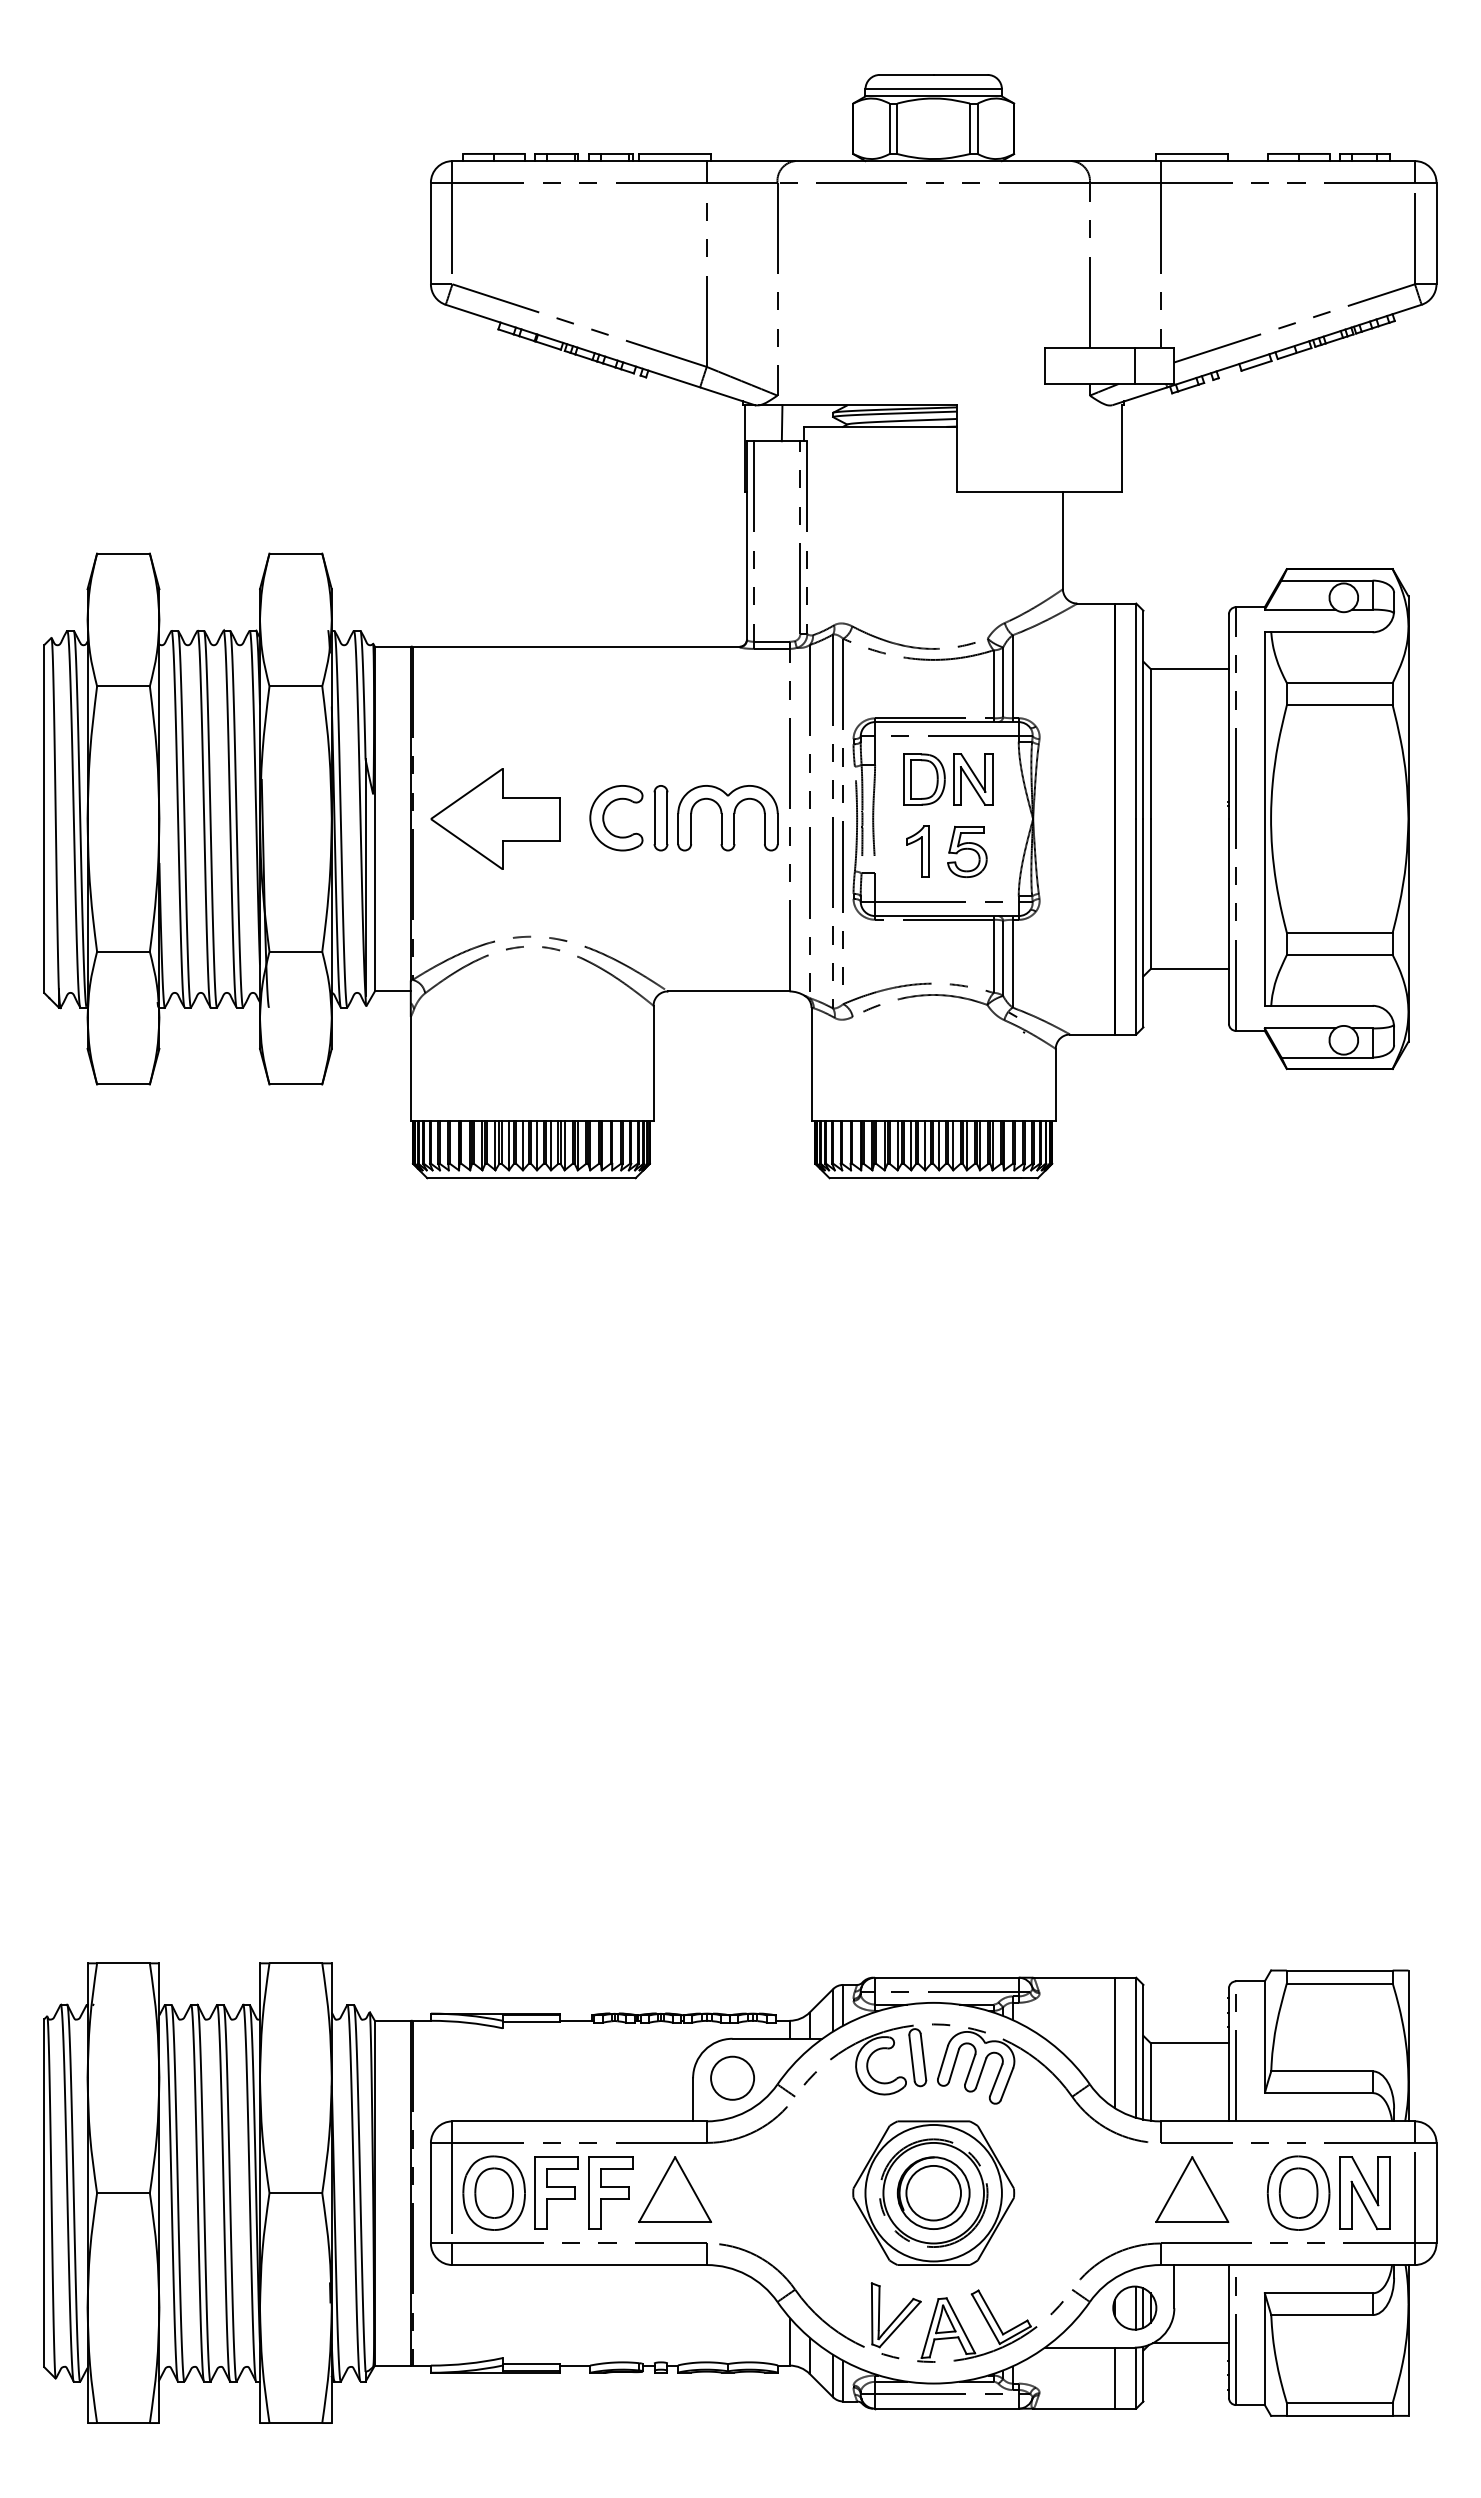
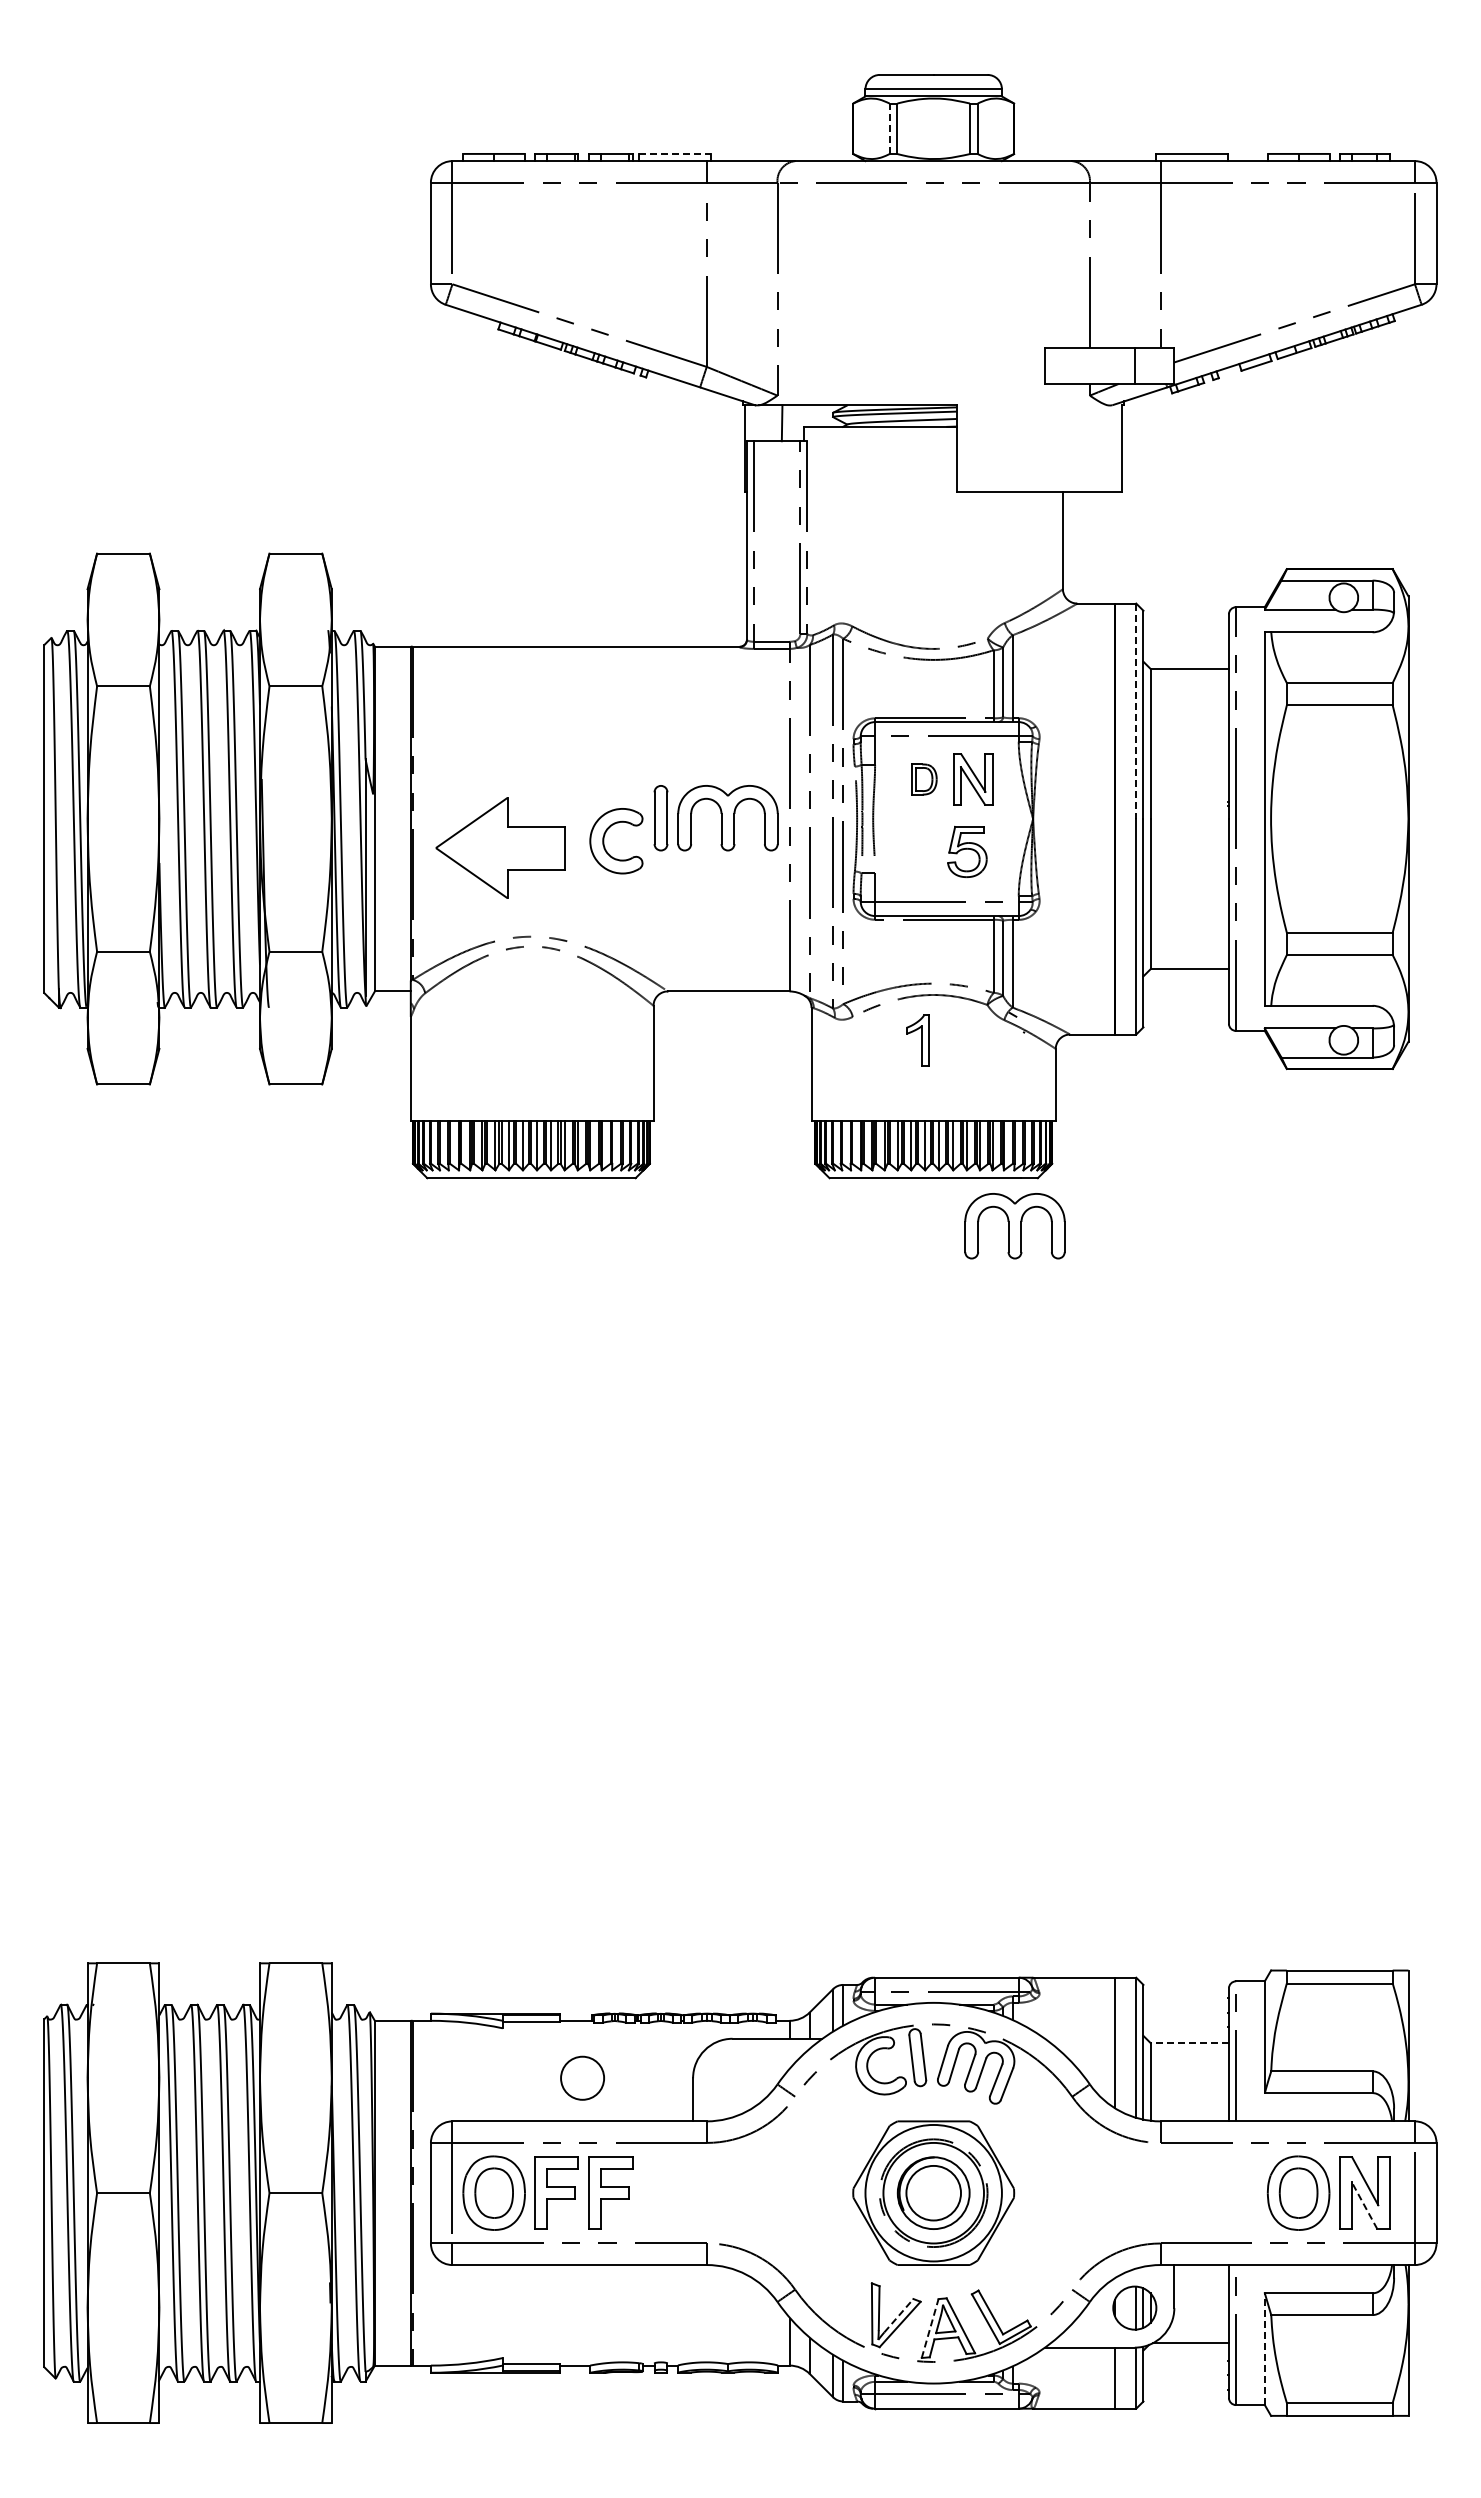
line at (889, 128): solid -> dashed
line at (675, 153): solid -> dashed
line at (1136, 711): solid -> dashed
part at (924, 779) size: 43x53 px -> 27x33 px
part at (495, 818) position: (495, 818) -> (500, 847)
part at (604, 818) position: (604, 818) -> (604, 841)
part at (917, 851) position: (917, 851) -> (917, 1040)
part at (1014, 1226): none -> present
line at (1189, 2043): solid -> dashed
circle at (732, 2077) position: (732, 2077) -> (582, 2077)
part at (675, 2189): present -> none
part at (1192, 2189): present -> none
line at (1364, 2205): solid -> dashed
line at (899, 2315): solid -> dashed
line at (930, 2328): solid -> dashed
line at (1264, 2349): solid -> dashed
